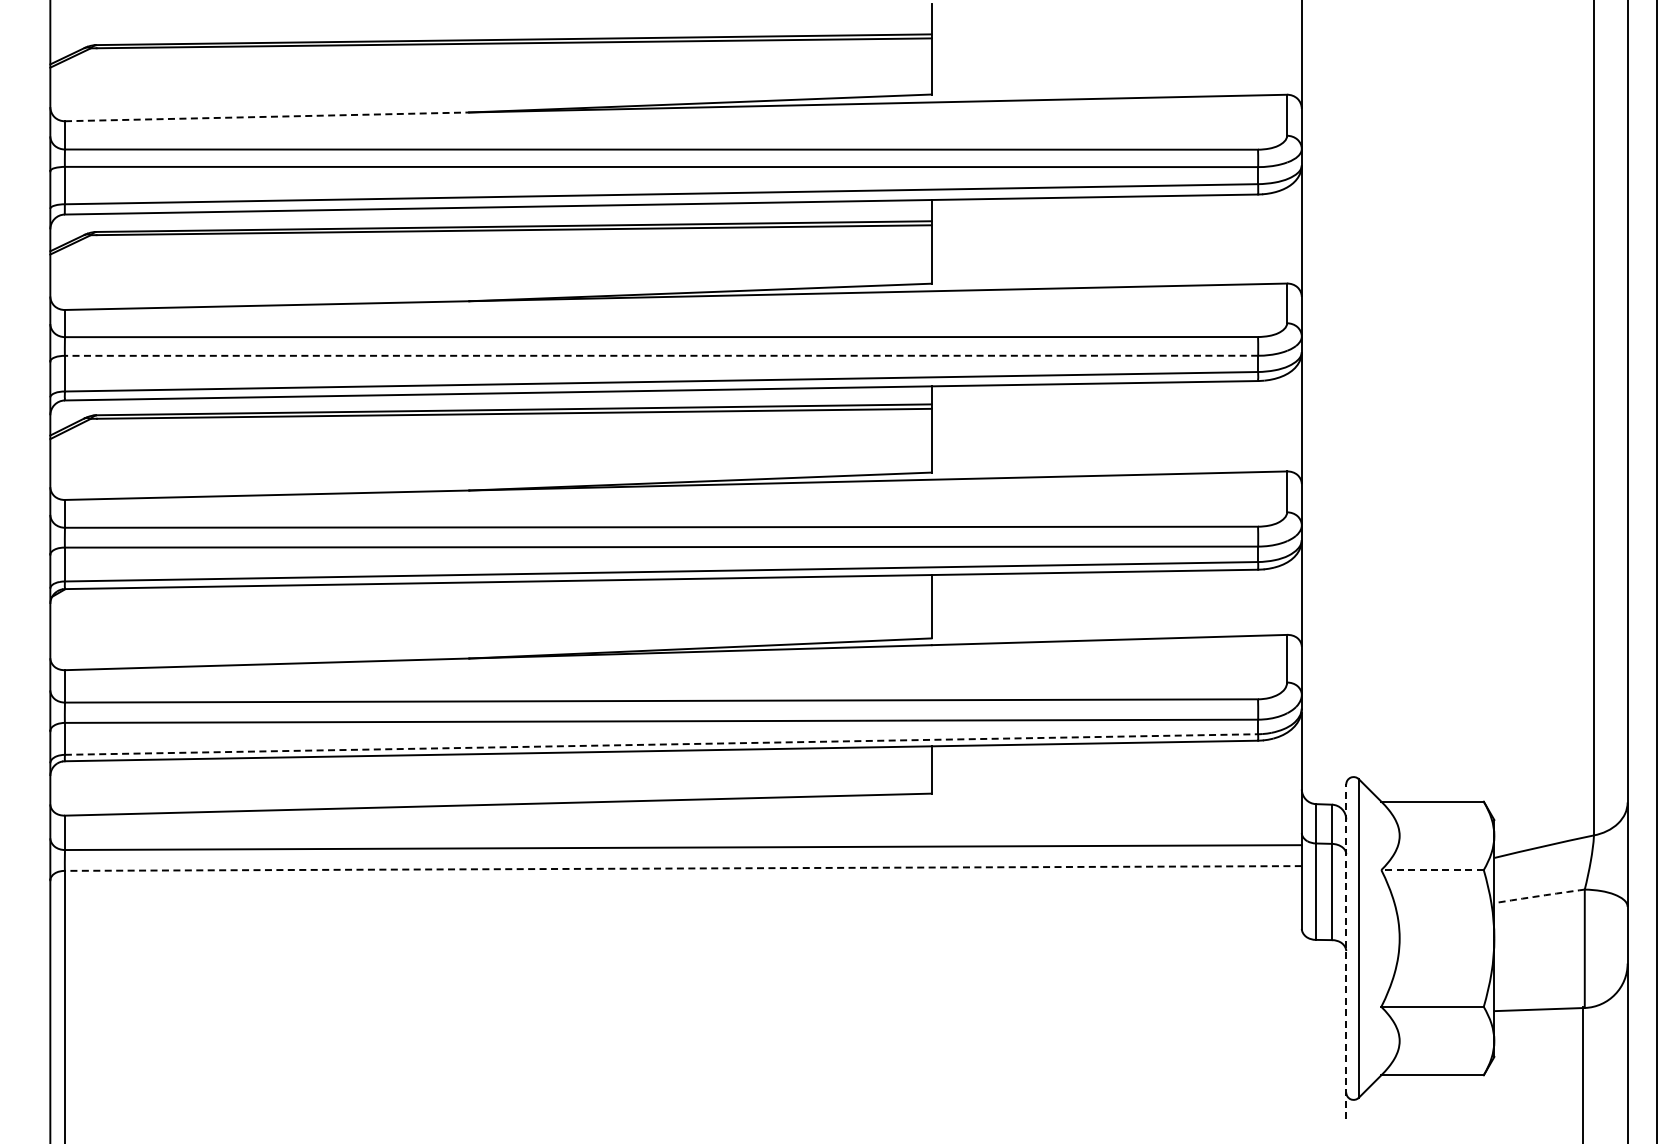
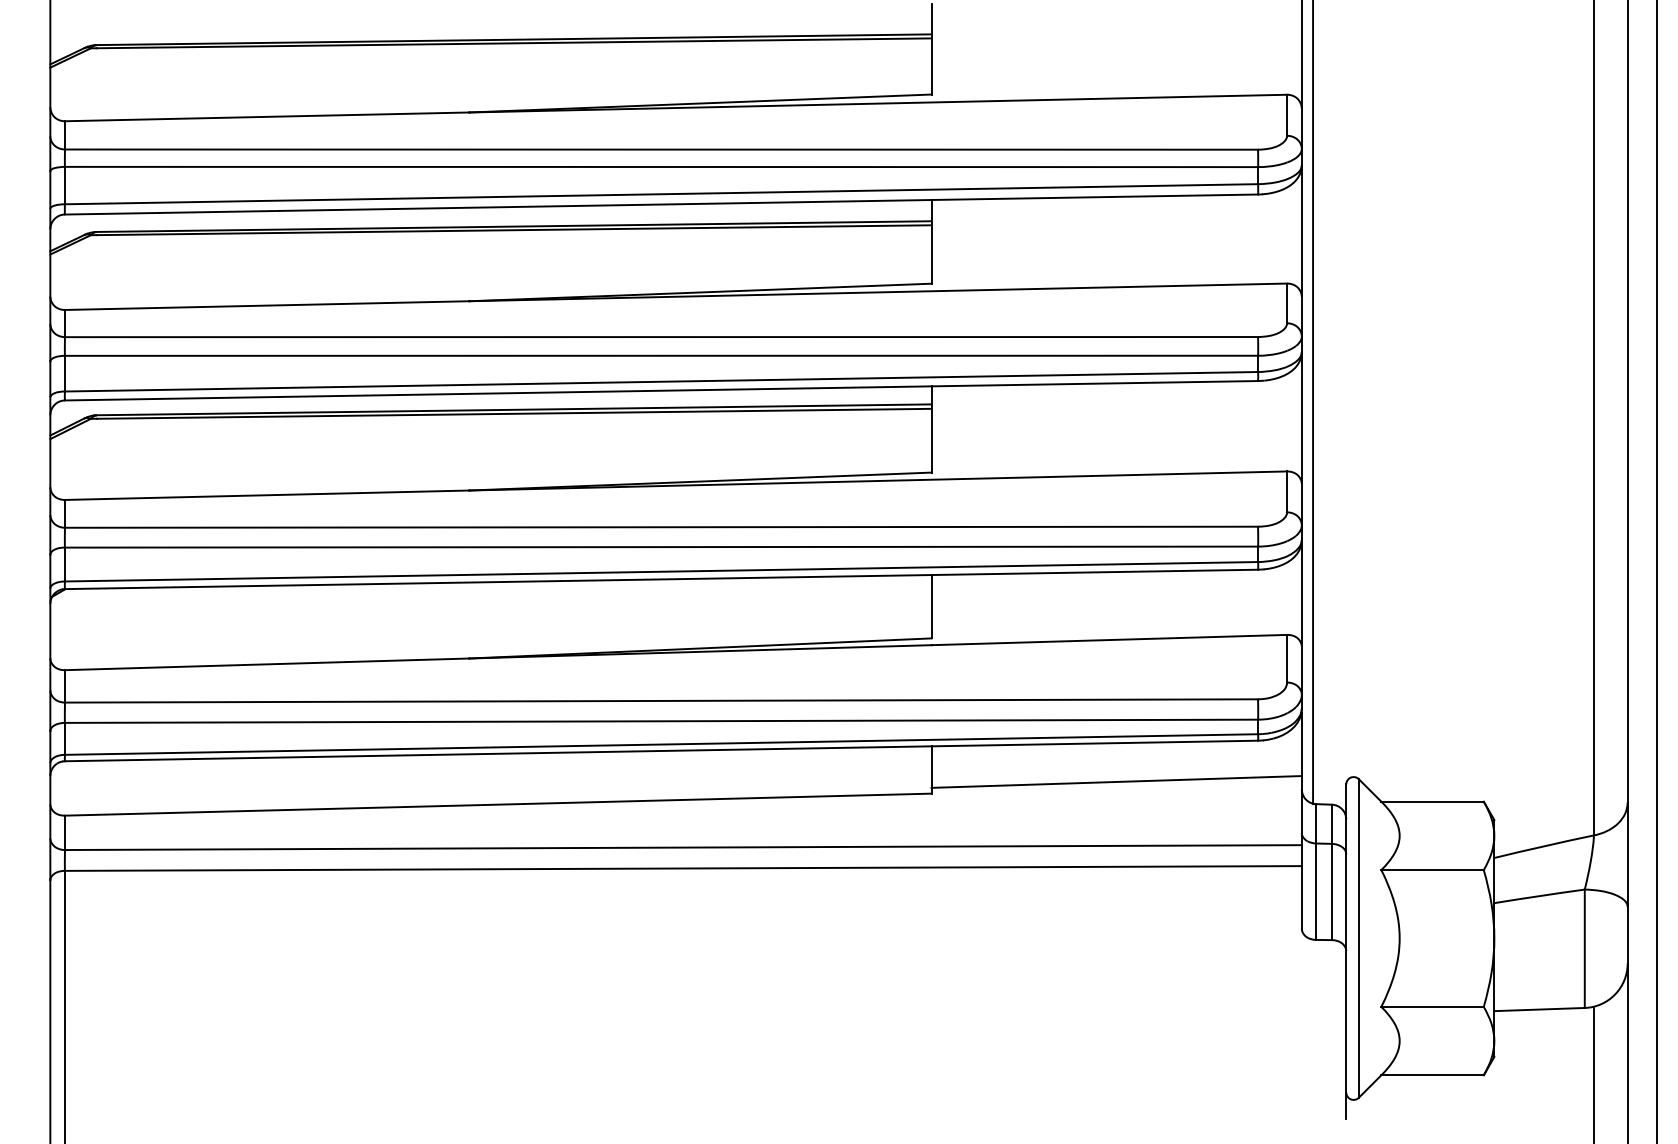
line at (267, 116): dashed -> solid
line at (661, 355): dashed -> solid
line at (1313, 403): none -> present
line at (661, 744): dashed -> solid
line at (1116, 781): none -> present
line at (682, 868): dashed -> solid
line at (1432, 870): dashed -> solid
arc at (1539, 896): dashed -> solid
line at (1346, 951): dashed -> solid
line at (1582, 1073) position: (1582, 1073) -> (1593, 1073)
